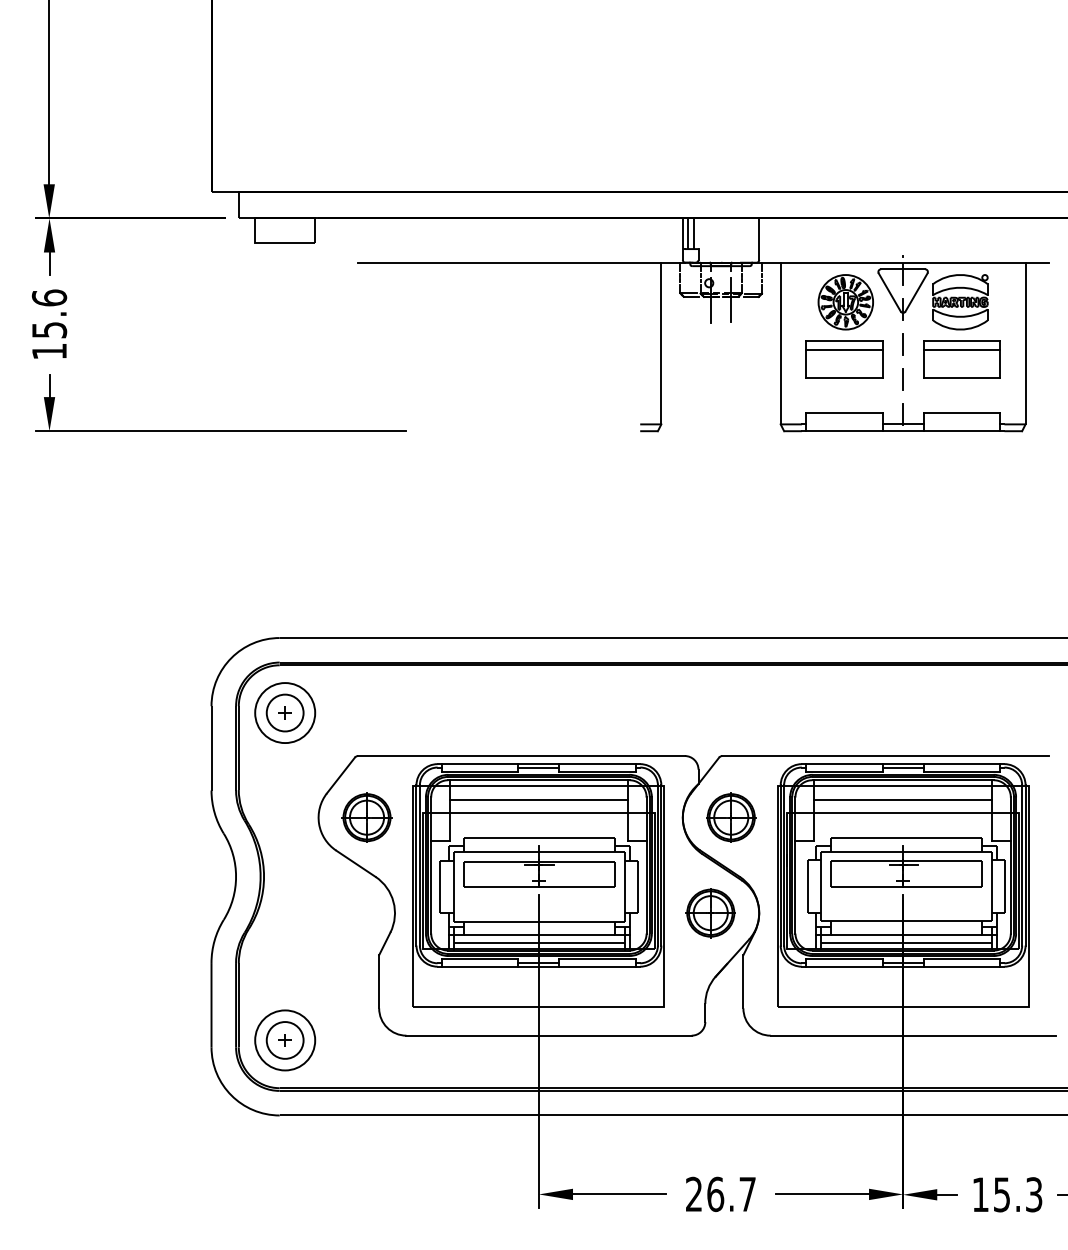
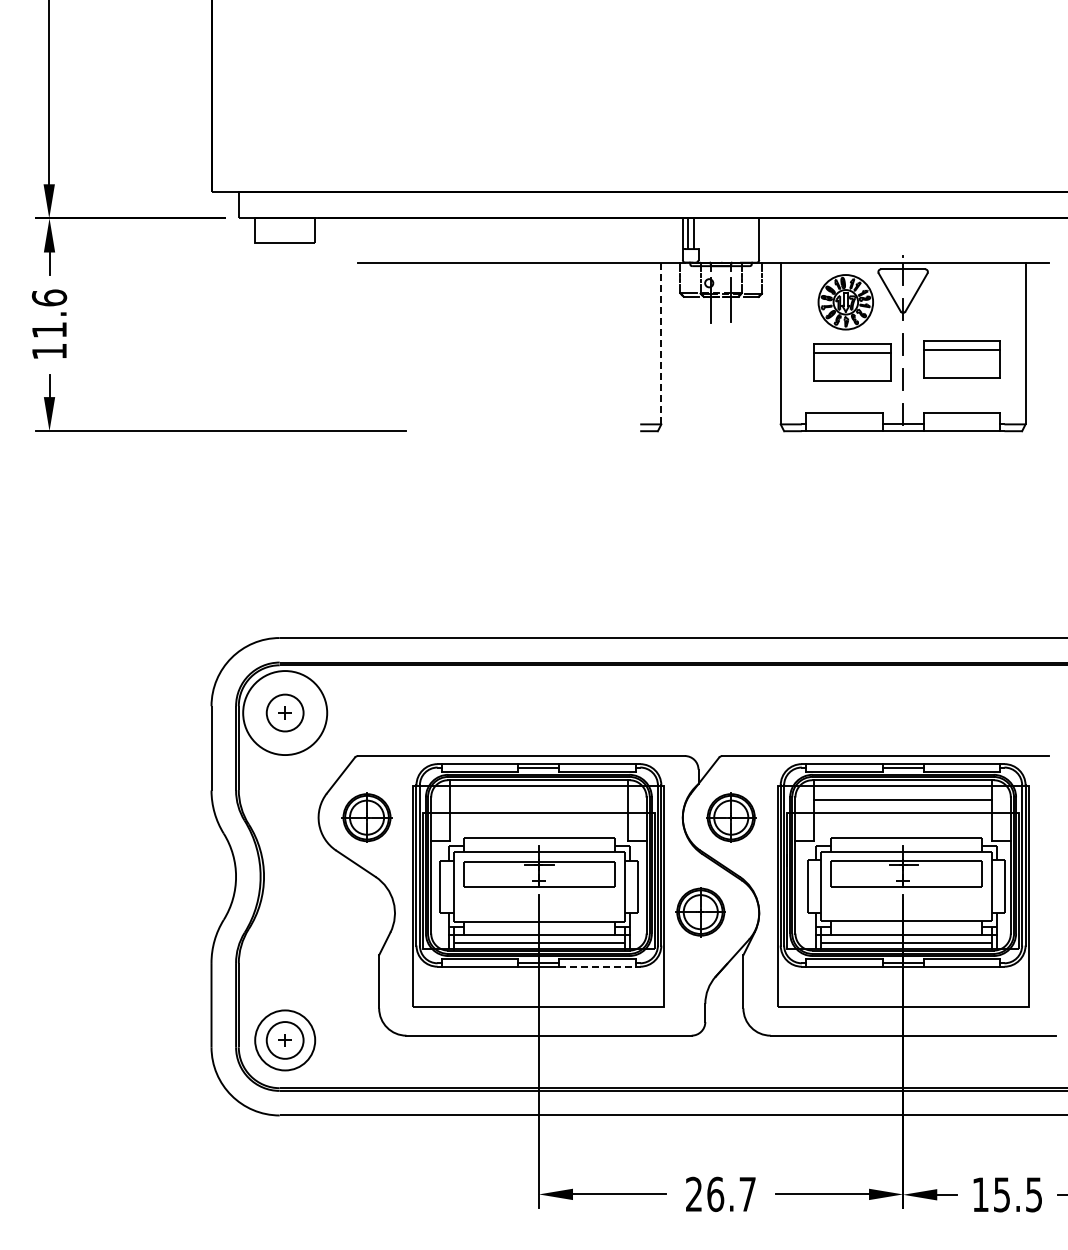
part at (960, 302): present -> none
text at (49, 330): 15.6 -> 11.6
line at (661, 343): solid -> dashed
part at (844, 359) position: (844, 359) -> (852, 362)
circle at (285, 713) diameter: 60 px -> 84 px
line at (538, 799): present -> none
part at (710, 913) position: (710, 913) -> (700, 912)
line at (598, 966): solid -> dashed
text at (1034, 1194): 15.3 -> 15.5
